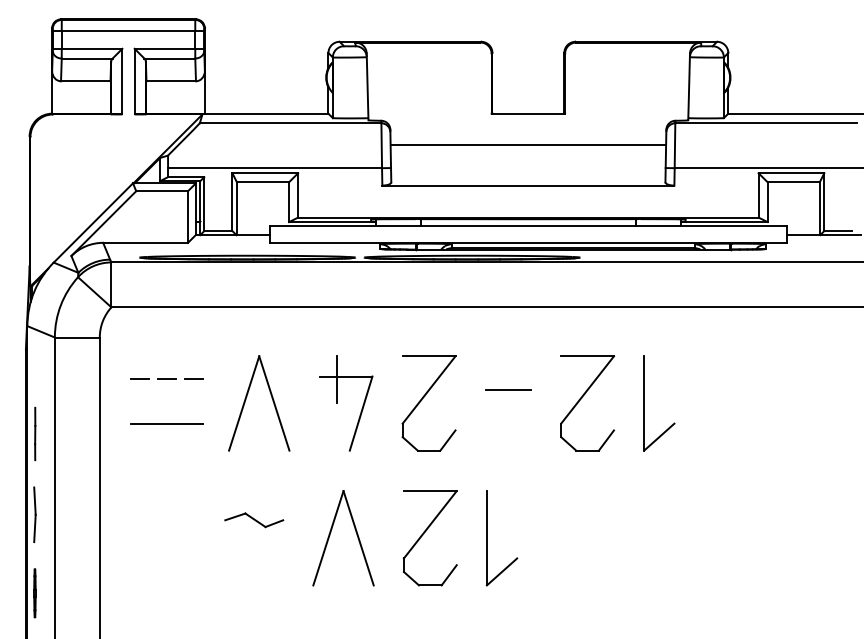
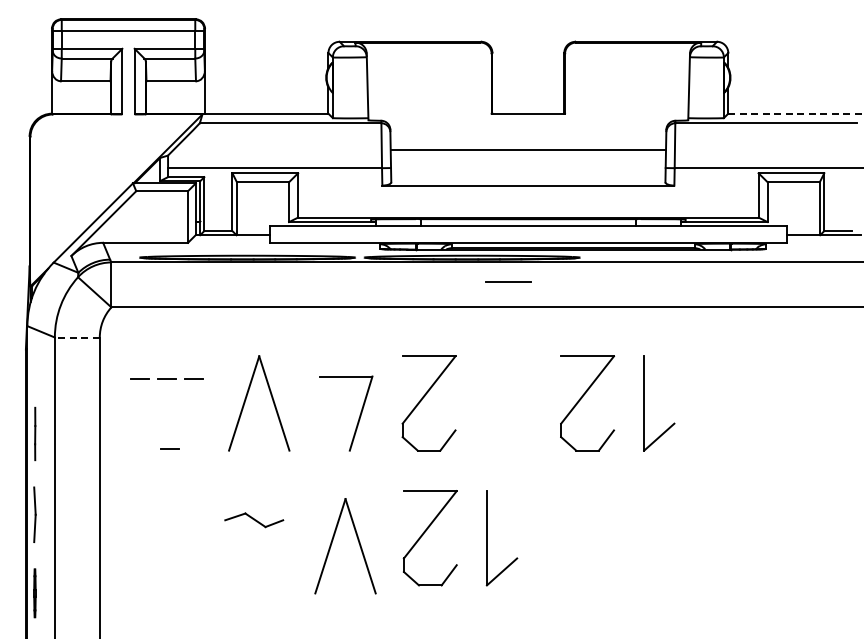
line at (796, 113): solid -> dashed
line at (528, 145) position: (528, 145) -> (528, 150)
line at (76, 337): solid -> dashed
line at (337, 379): present -> none
line at (508, 389) position: (508, 389) -> (508, 281)
line at (166, 423): present -> none
line at (169, 448): none -> present
part at (330, 535) position: (330, 535) -> (332, 543)
